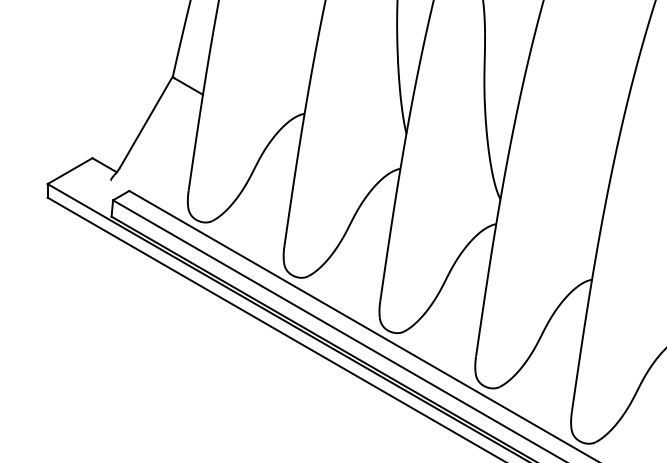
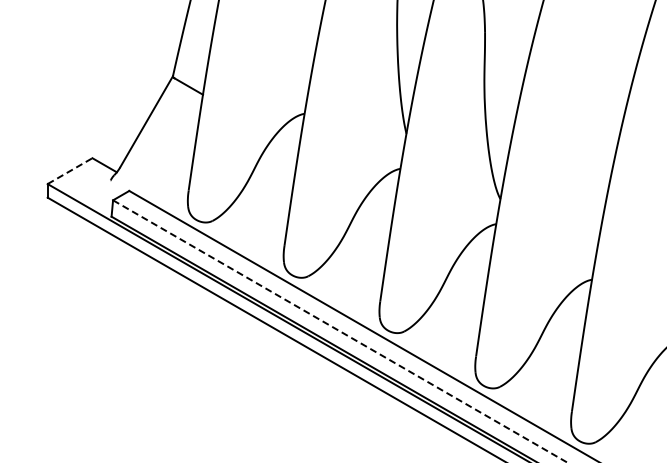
line at (70, 171): solid -> dashed
line at (340, 331): solid -> dashed
